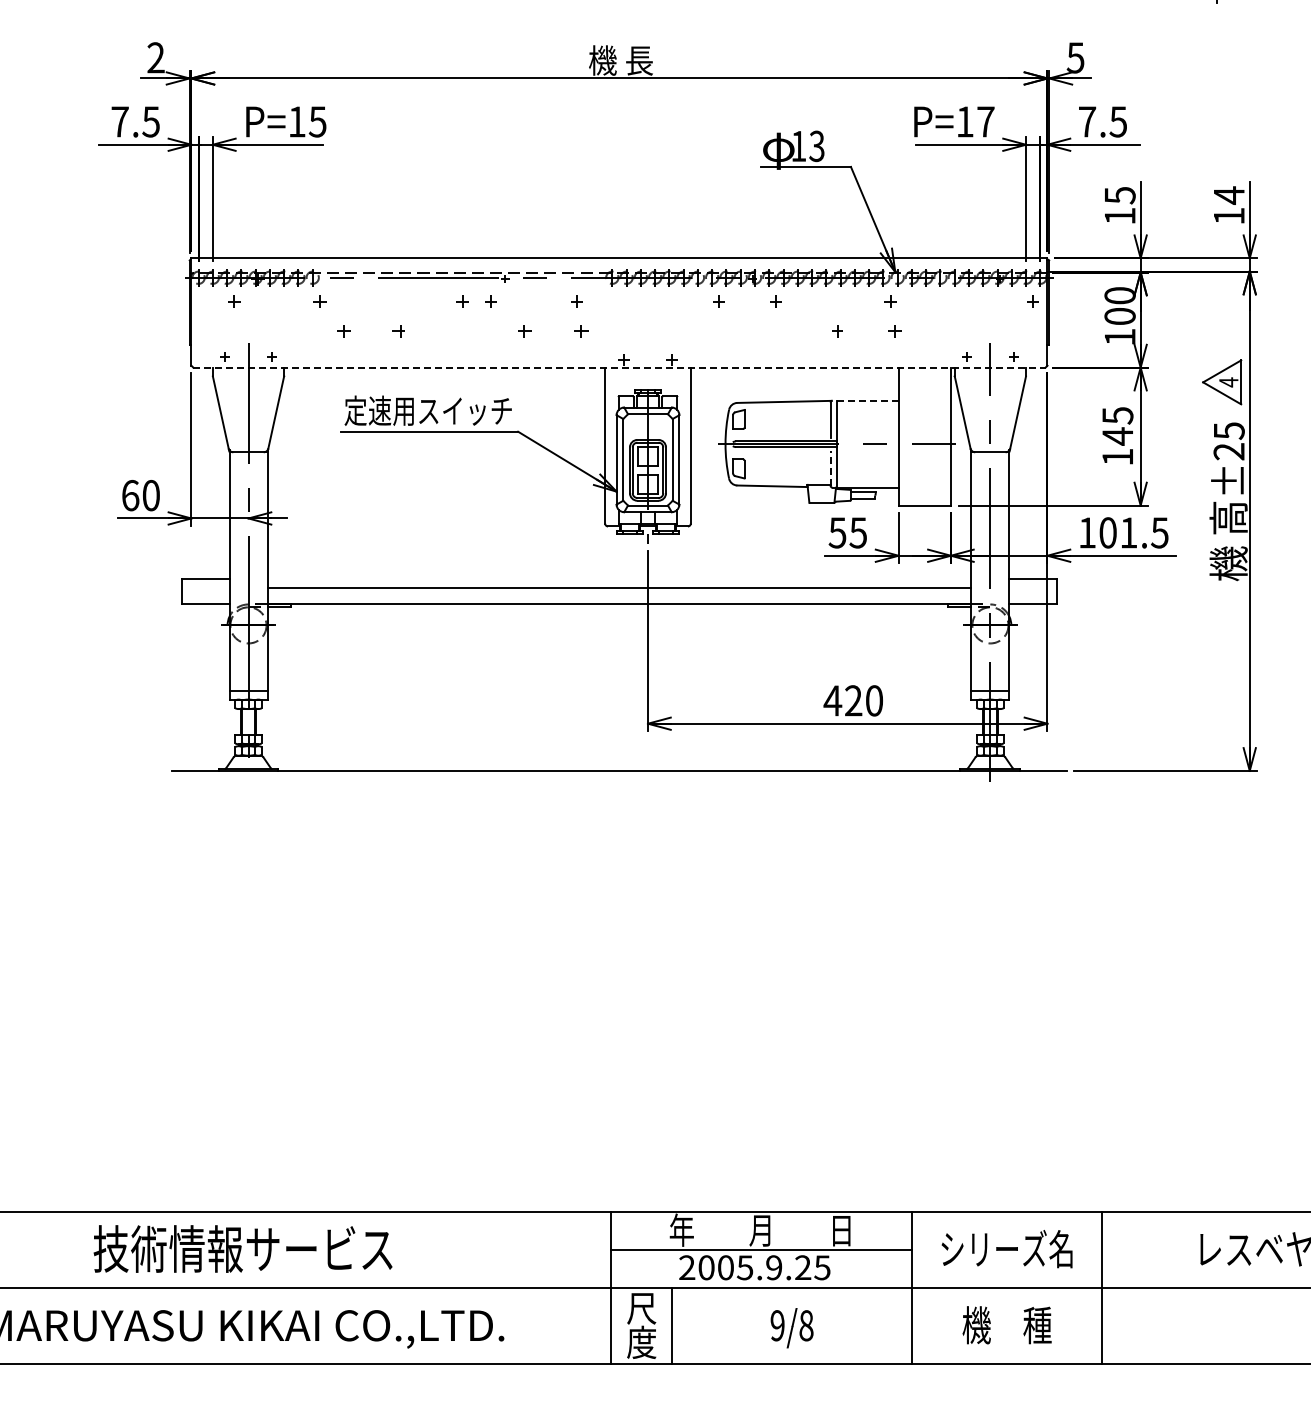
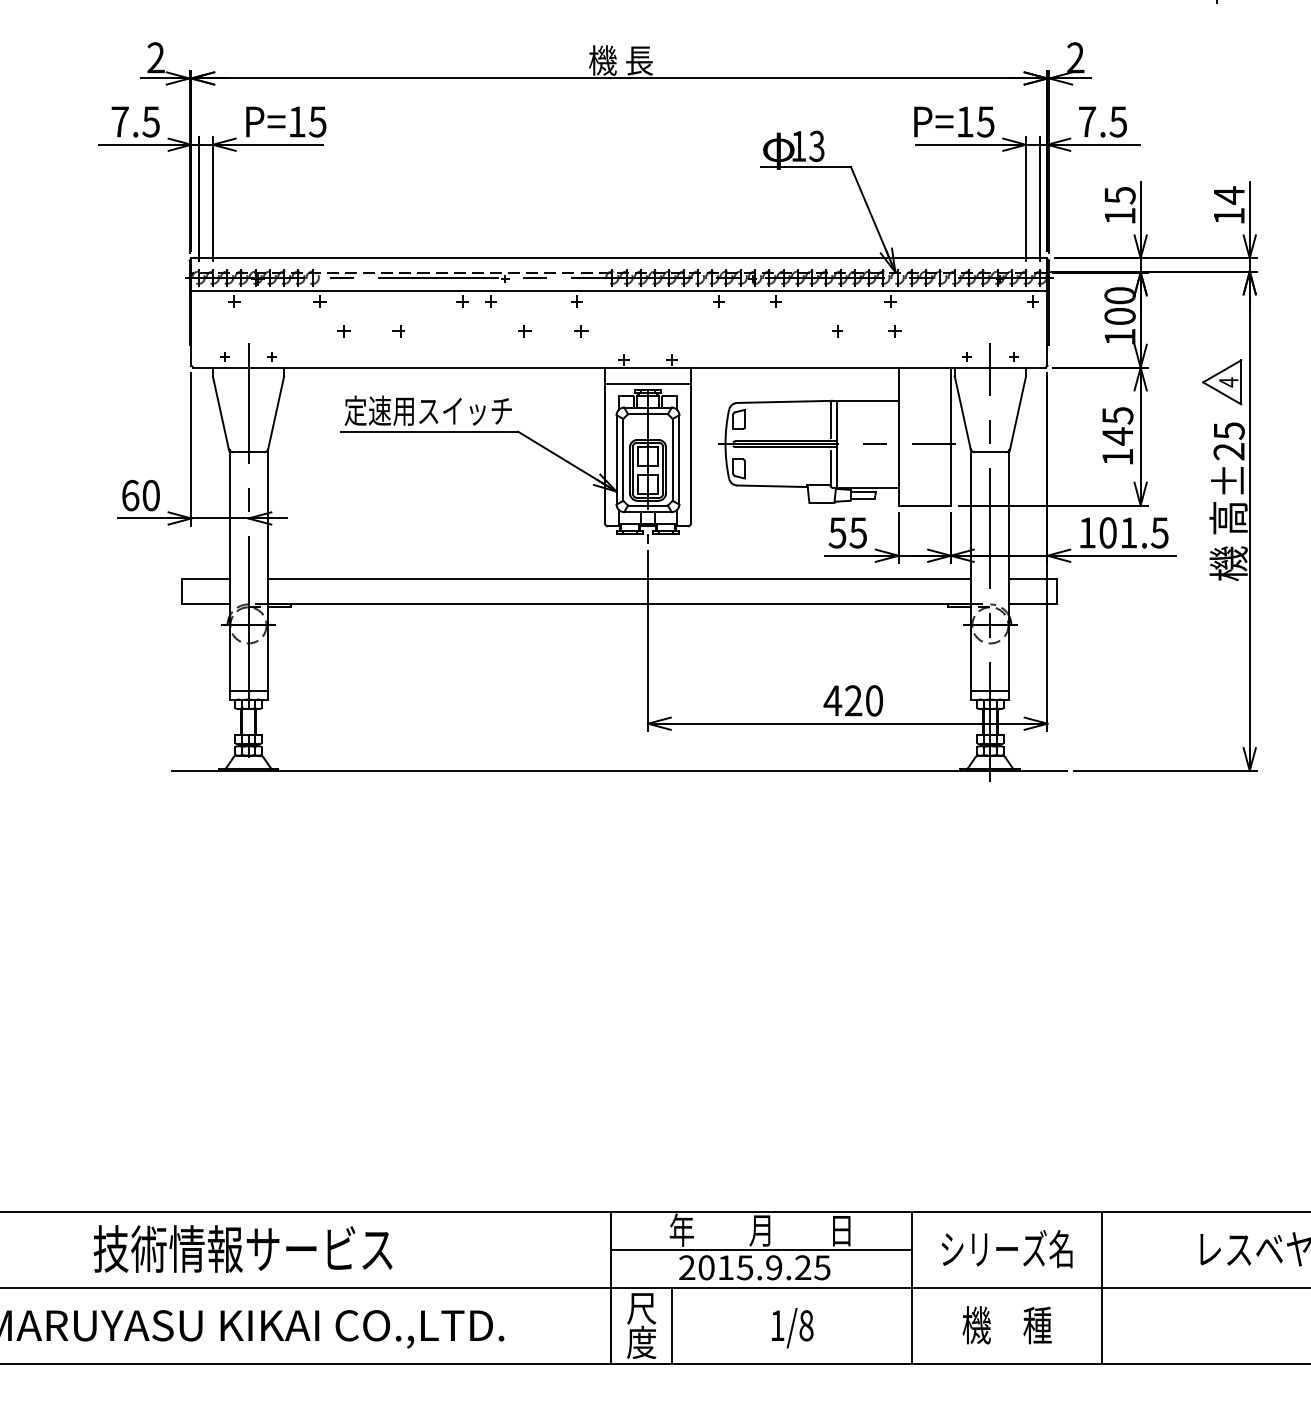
text at (1075, 57): 5 -> 2
text at (985, 121): P=17 -> P=15
line at (619, 290): none -> present
line at (619, 367): dashed -> solid
line at (647, 383): none -> present
line at (865, 400): dashed -> solid
line at (830, 467): dashed -> solid
line at (619, 587) position: (619, 587) -> (619, 578)
text at (725, 1267): 2005.9.25 -> 2015.9.25
text at (777, 1325): 9/8 -> 1/8
